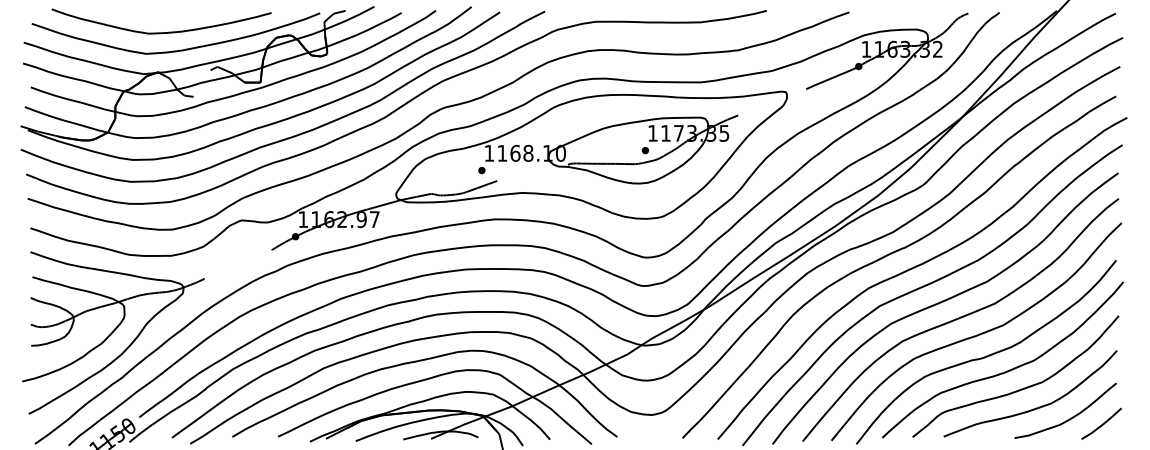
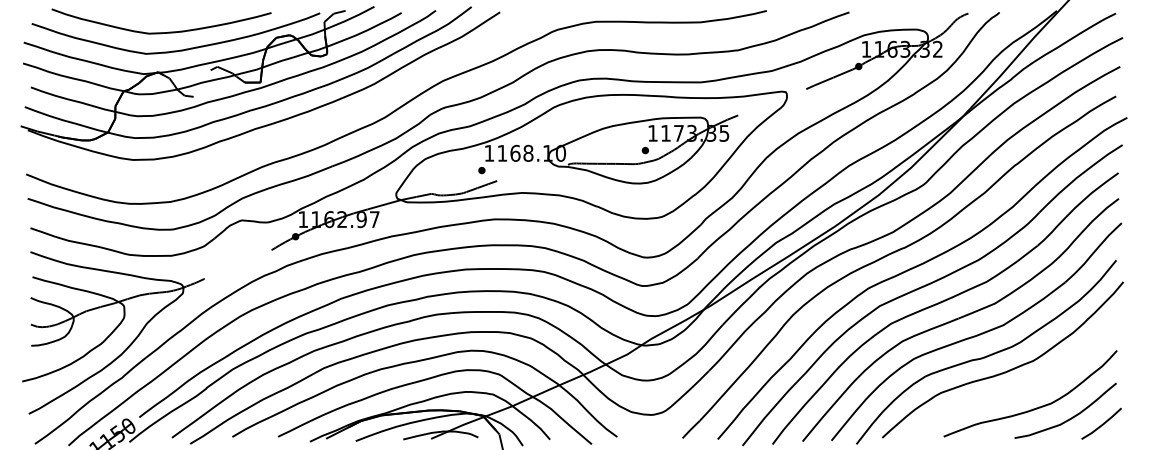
curve at (296, 134): present -> none
curve at (1018, 389): present -> none
